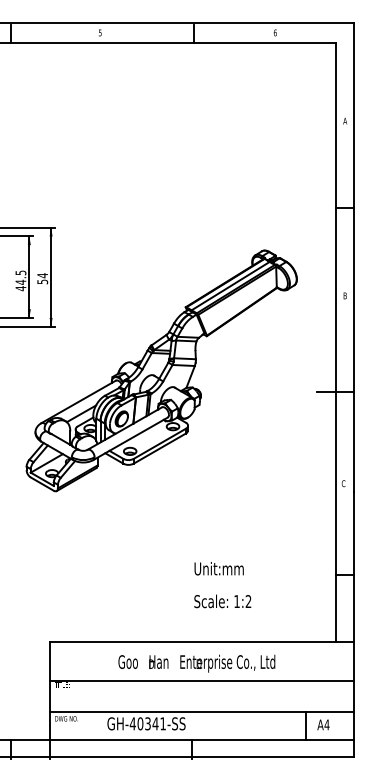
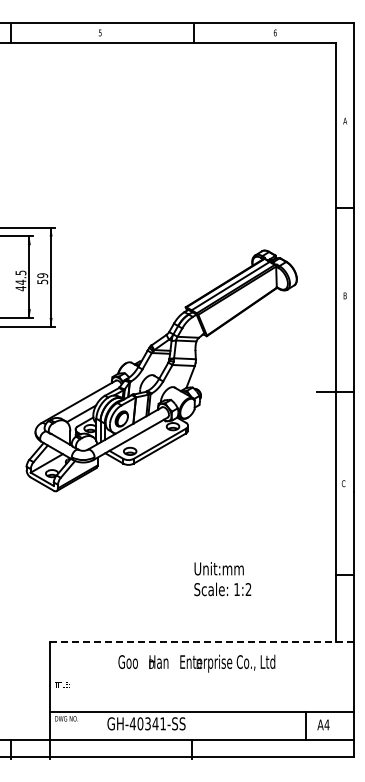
text at (42, 275): 54 -> 59
text at (222, 601) position: (222, 601) -> (222, 589)
line at (202, 641): solid -> dashed
line at (202, 680): present -> none
